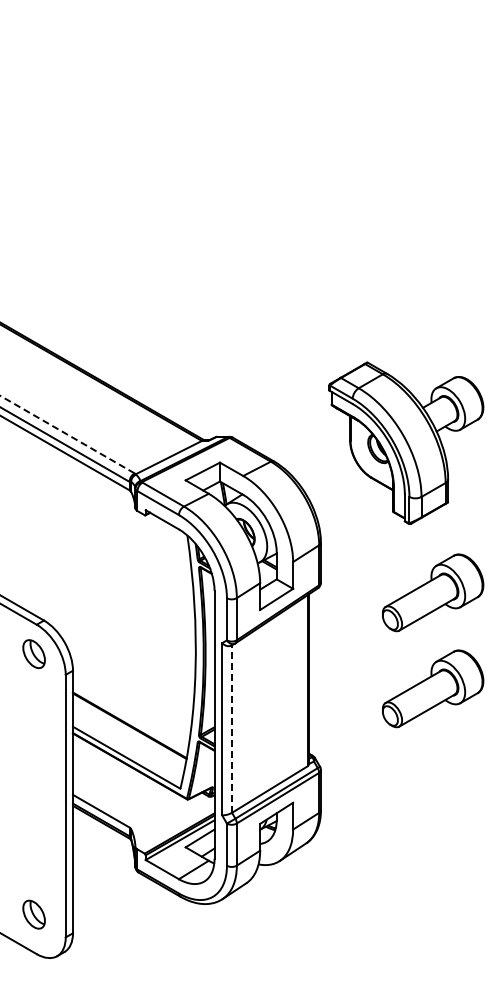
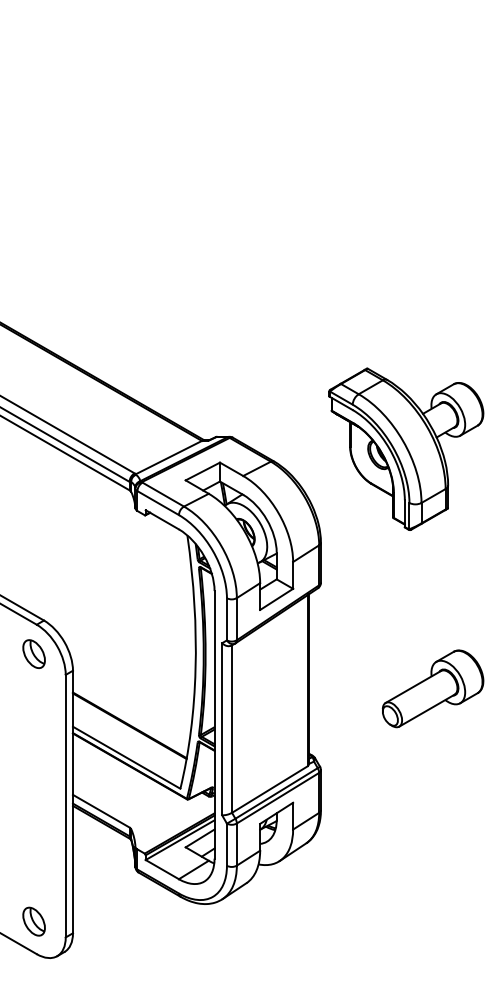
line at (67, 434): dashed -> solid
part at (406, 442) position: (406, 442) -> (406, 448)
part at (432, 592): present -> none
line at (232, 729): dashed -> solid
part at (33, 914) position: (33, 914) -> (33, 921)
